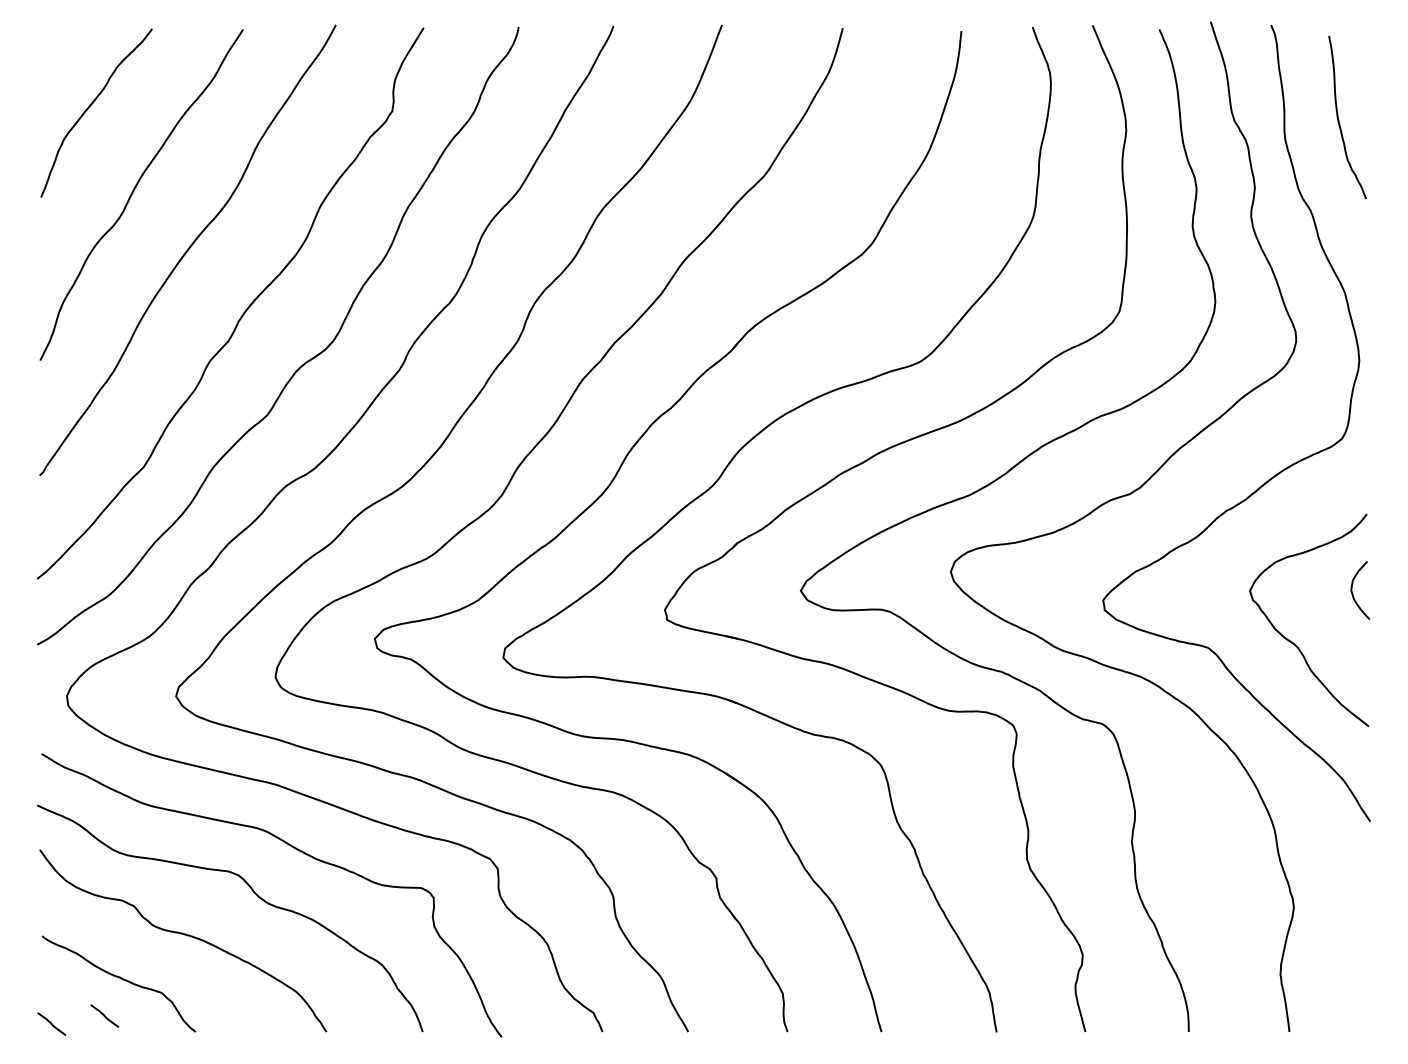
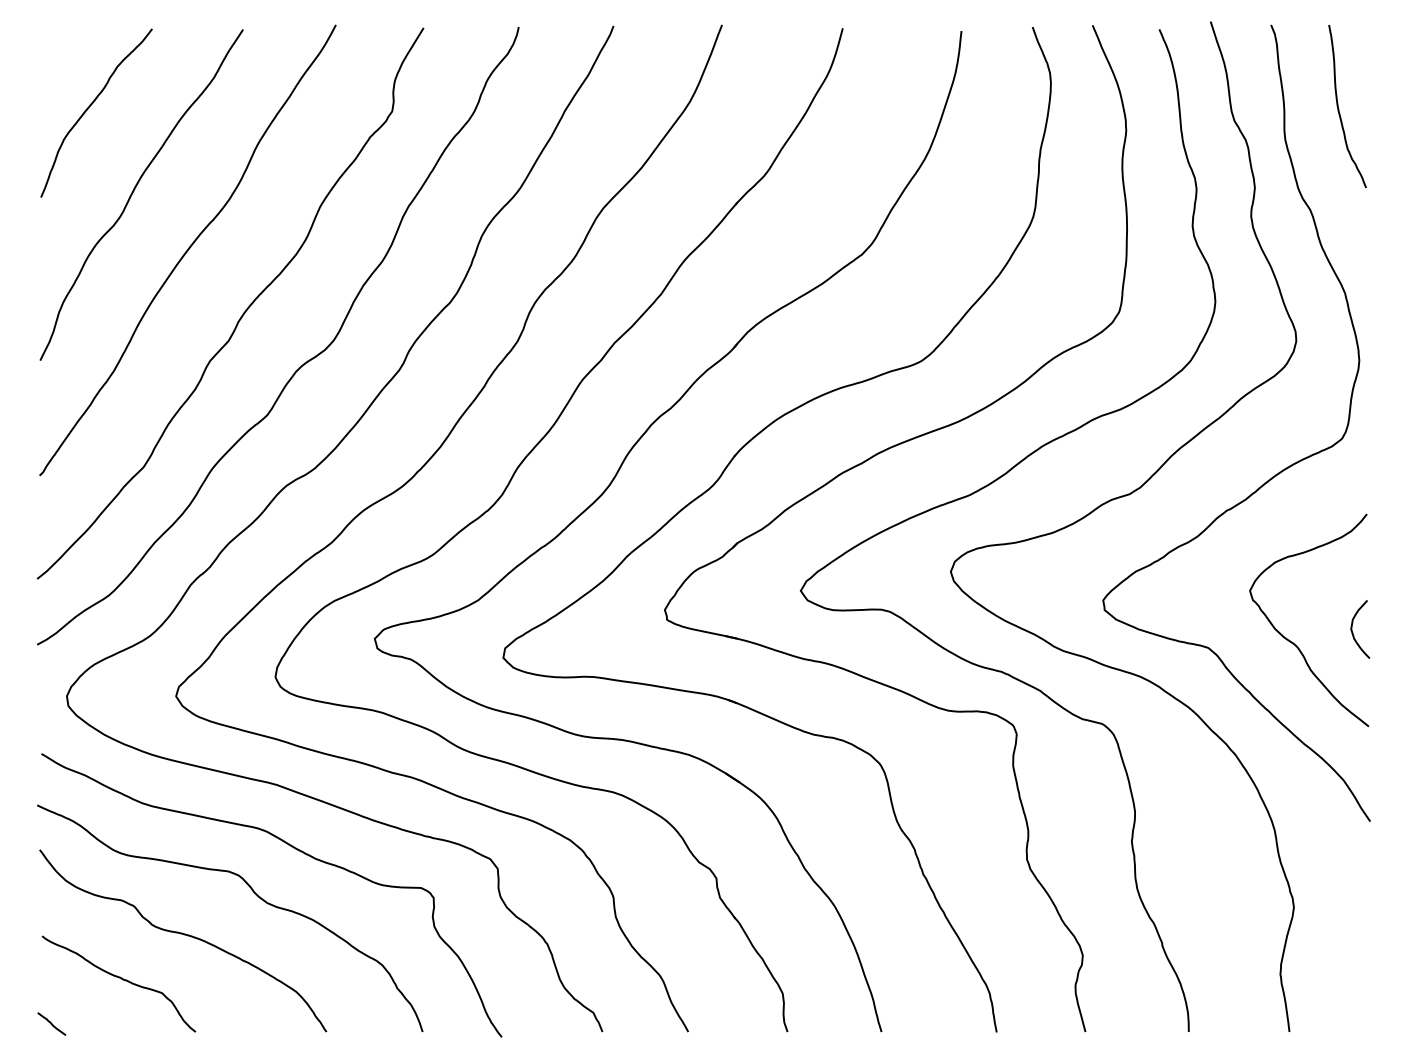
curve at (1339, 119) position: (1339, 119) -> (1339, 108)
curve at (1353, 593) position: (1353, 593) -> (1353, 632)
line at (104, 1015): present -> none
